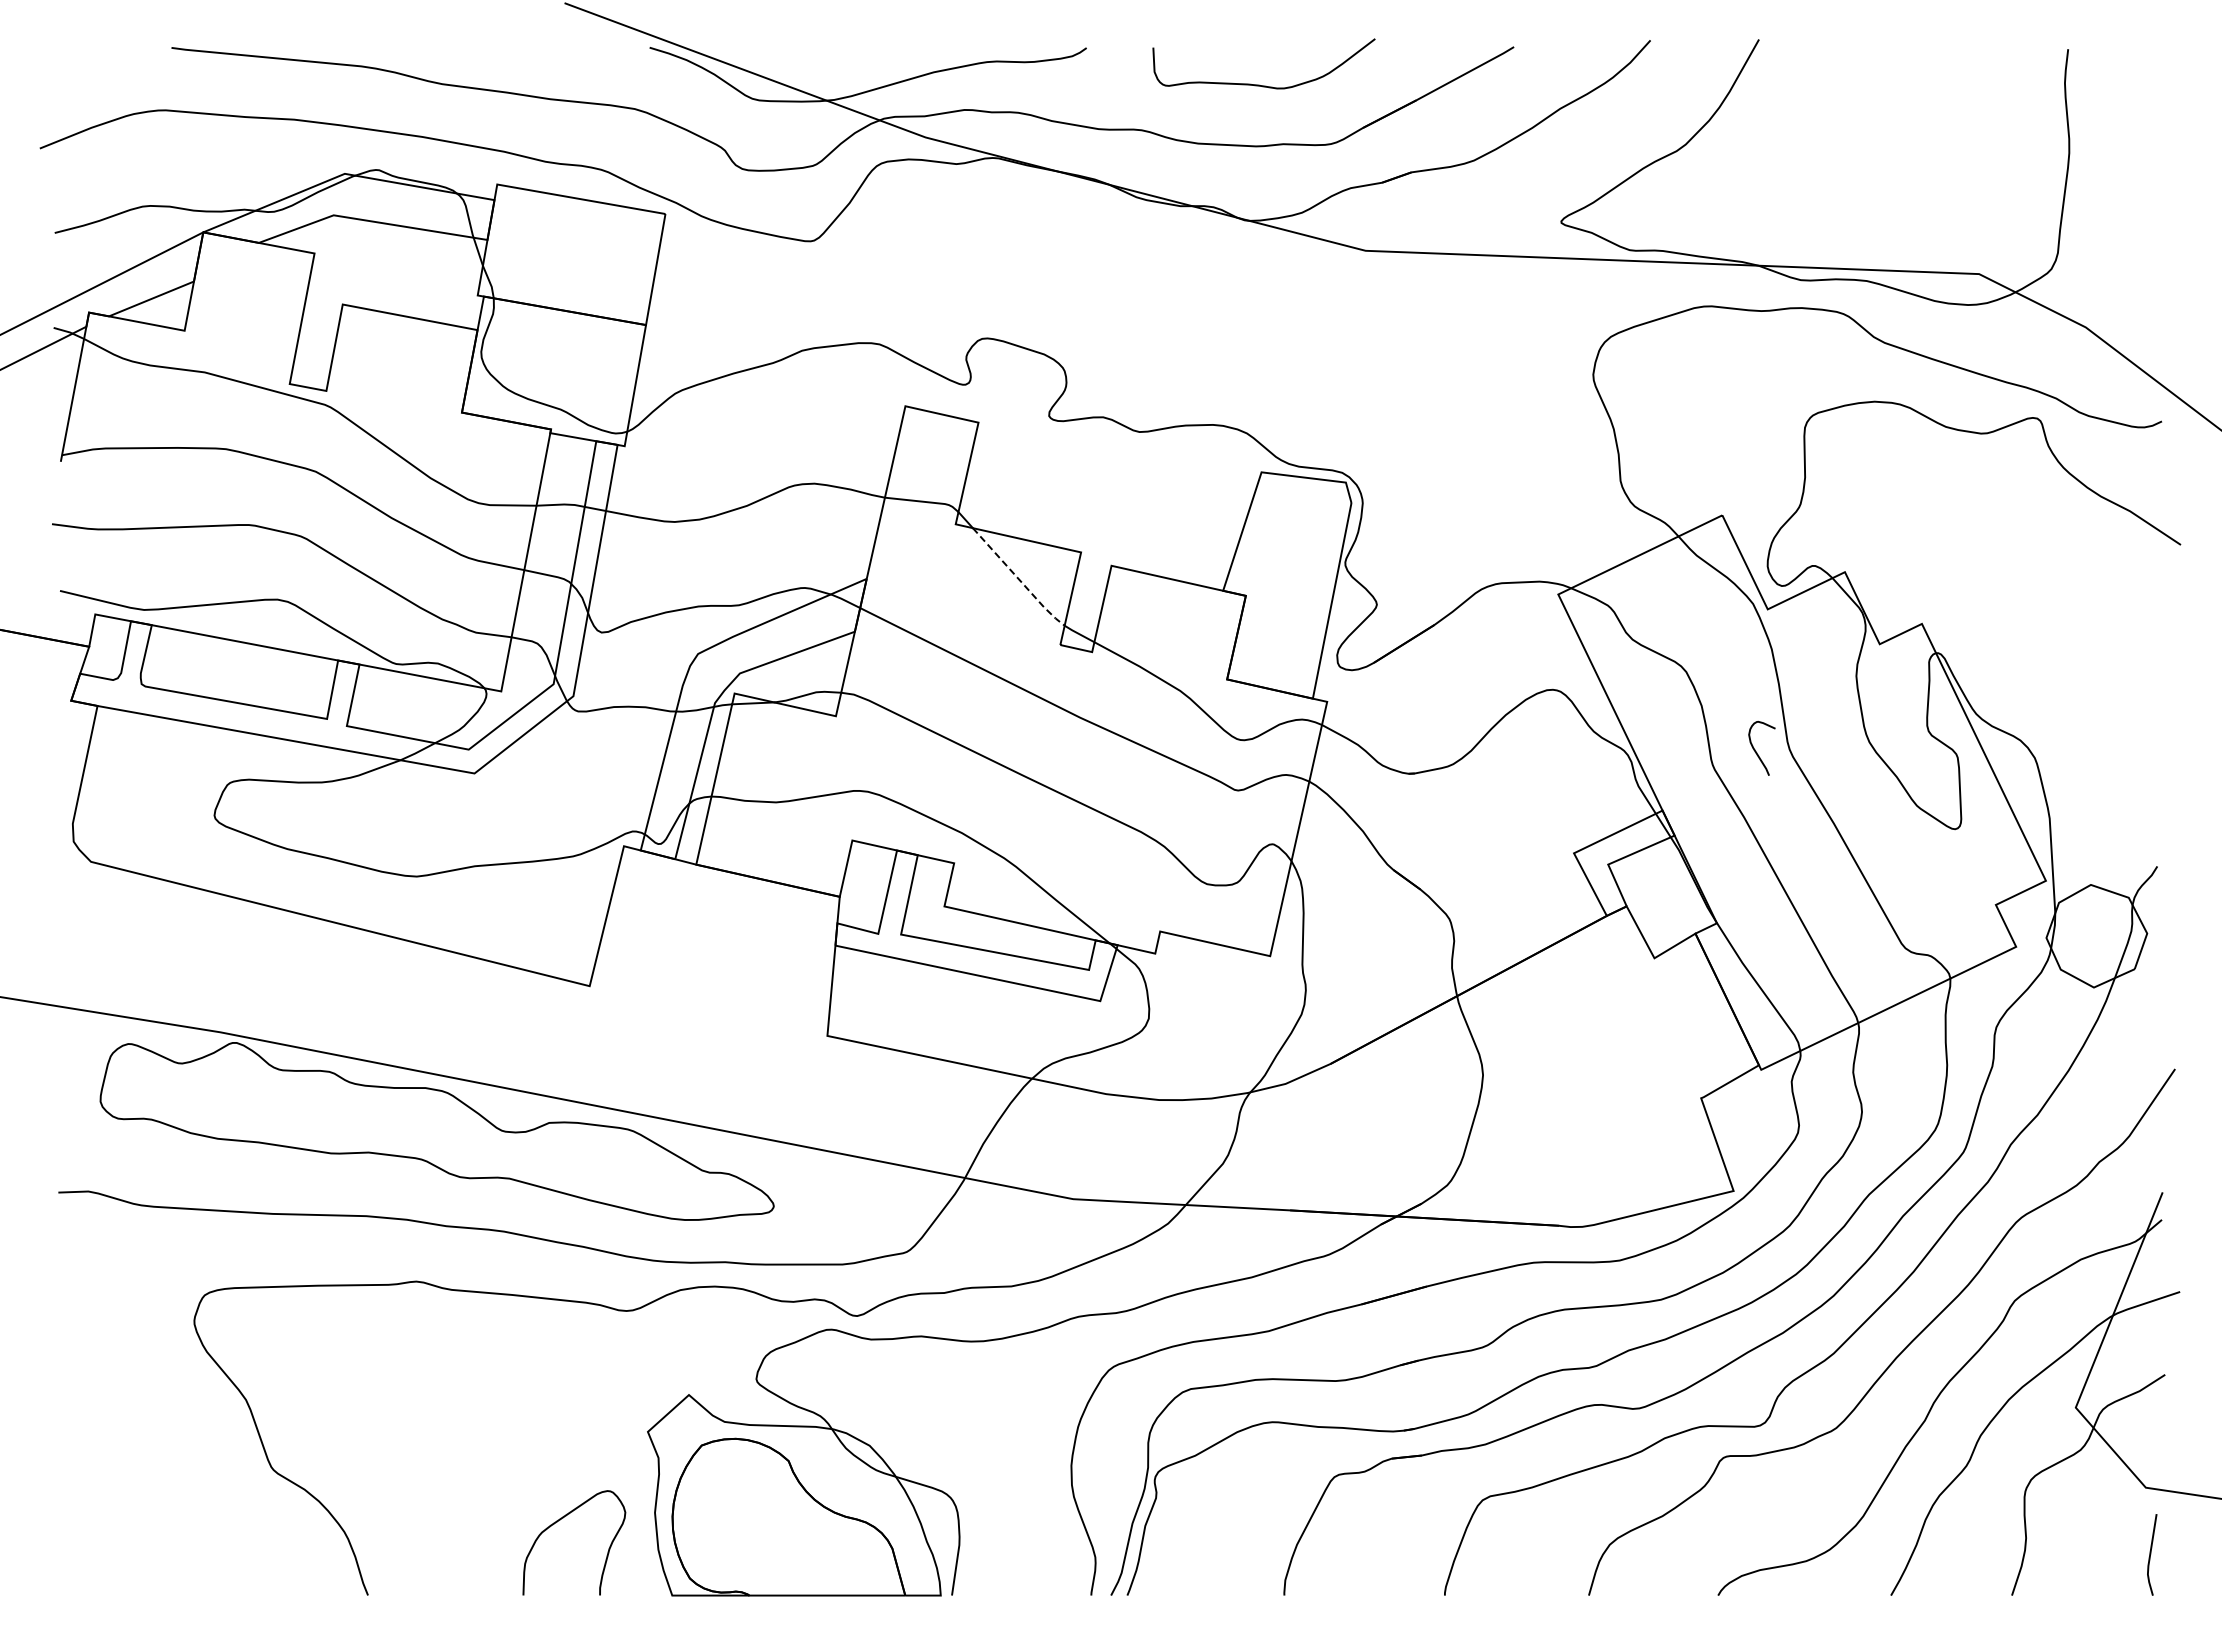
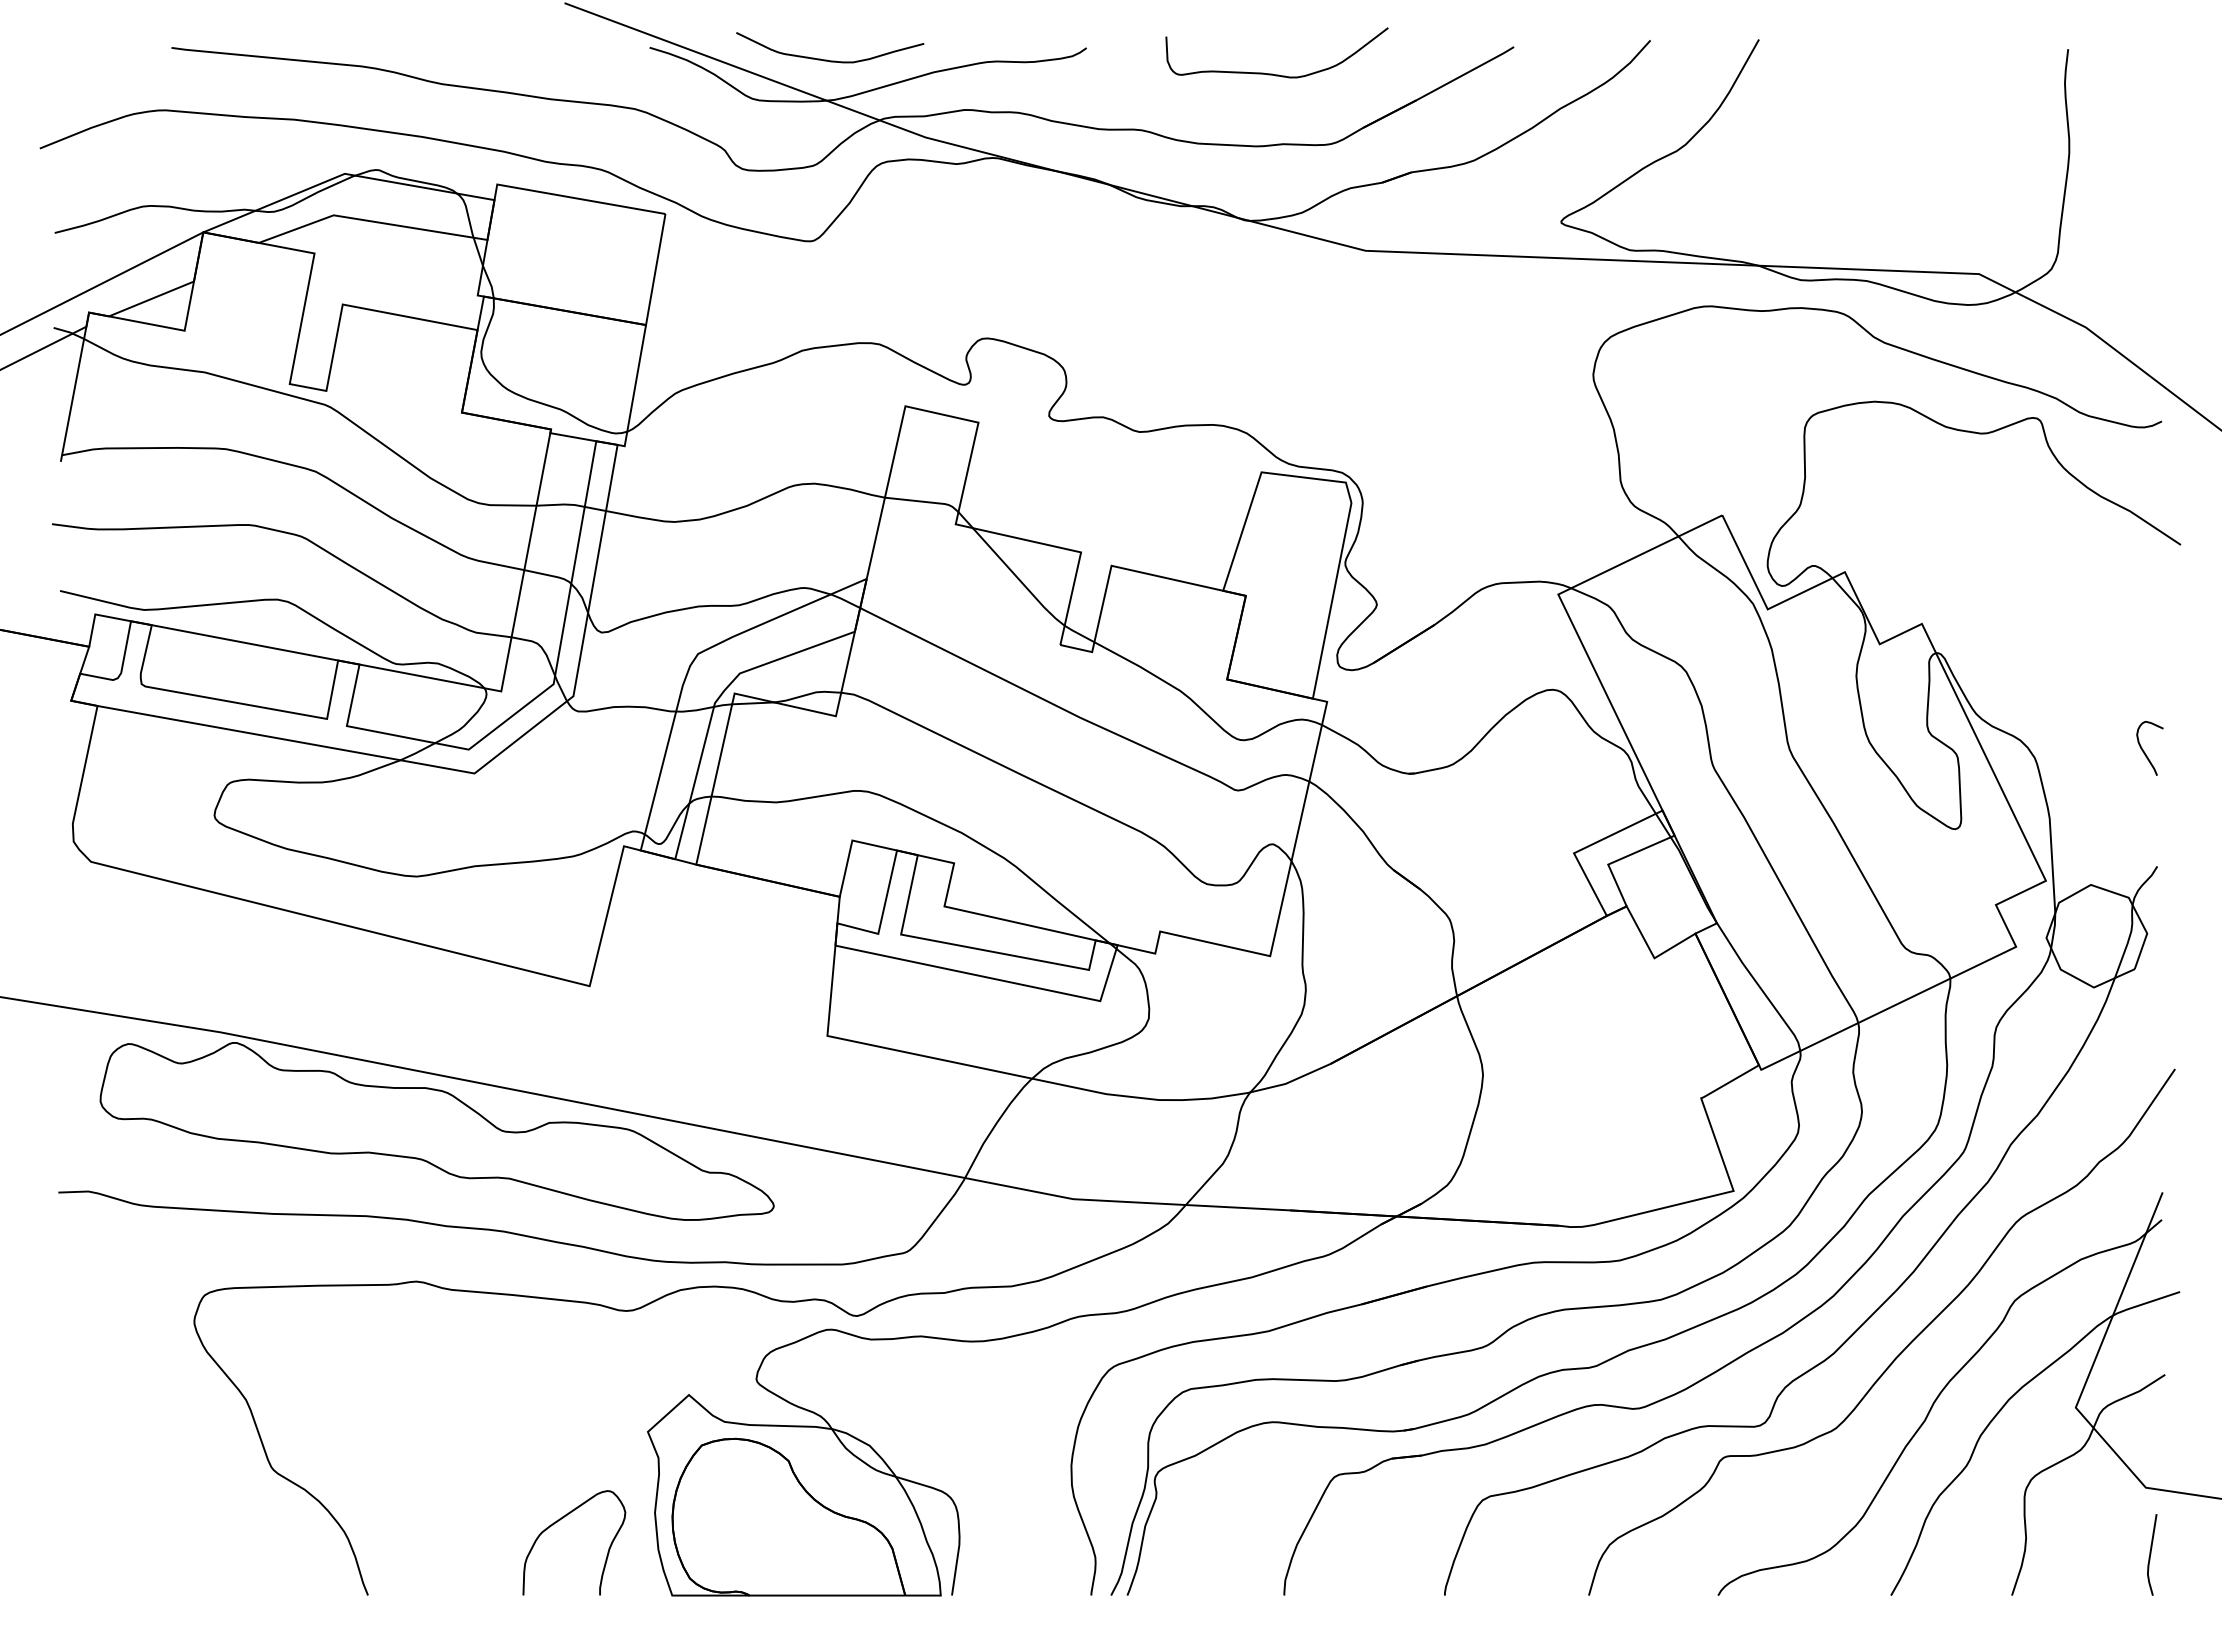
curve at (827, 59): none -> present
curve at (1259, 84) position: (1259, 84) -> (1272, 73)
line at (1018, 579): dashed -> solid
curve at (1757, 752) position: (1757, 752) -> (2145, 752)
